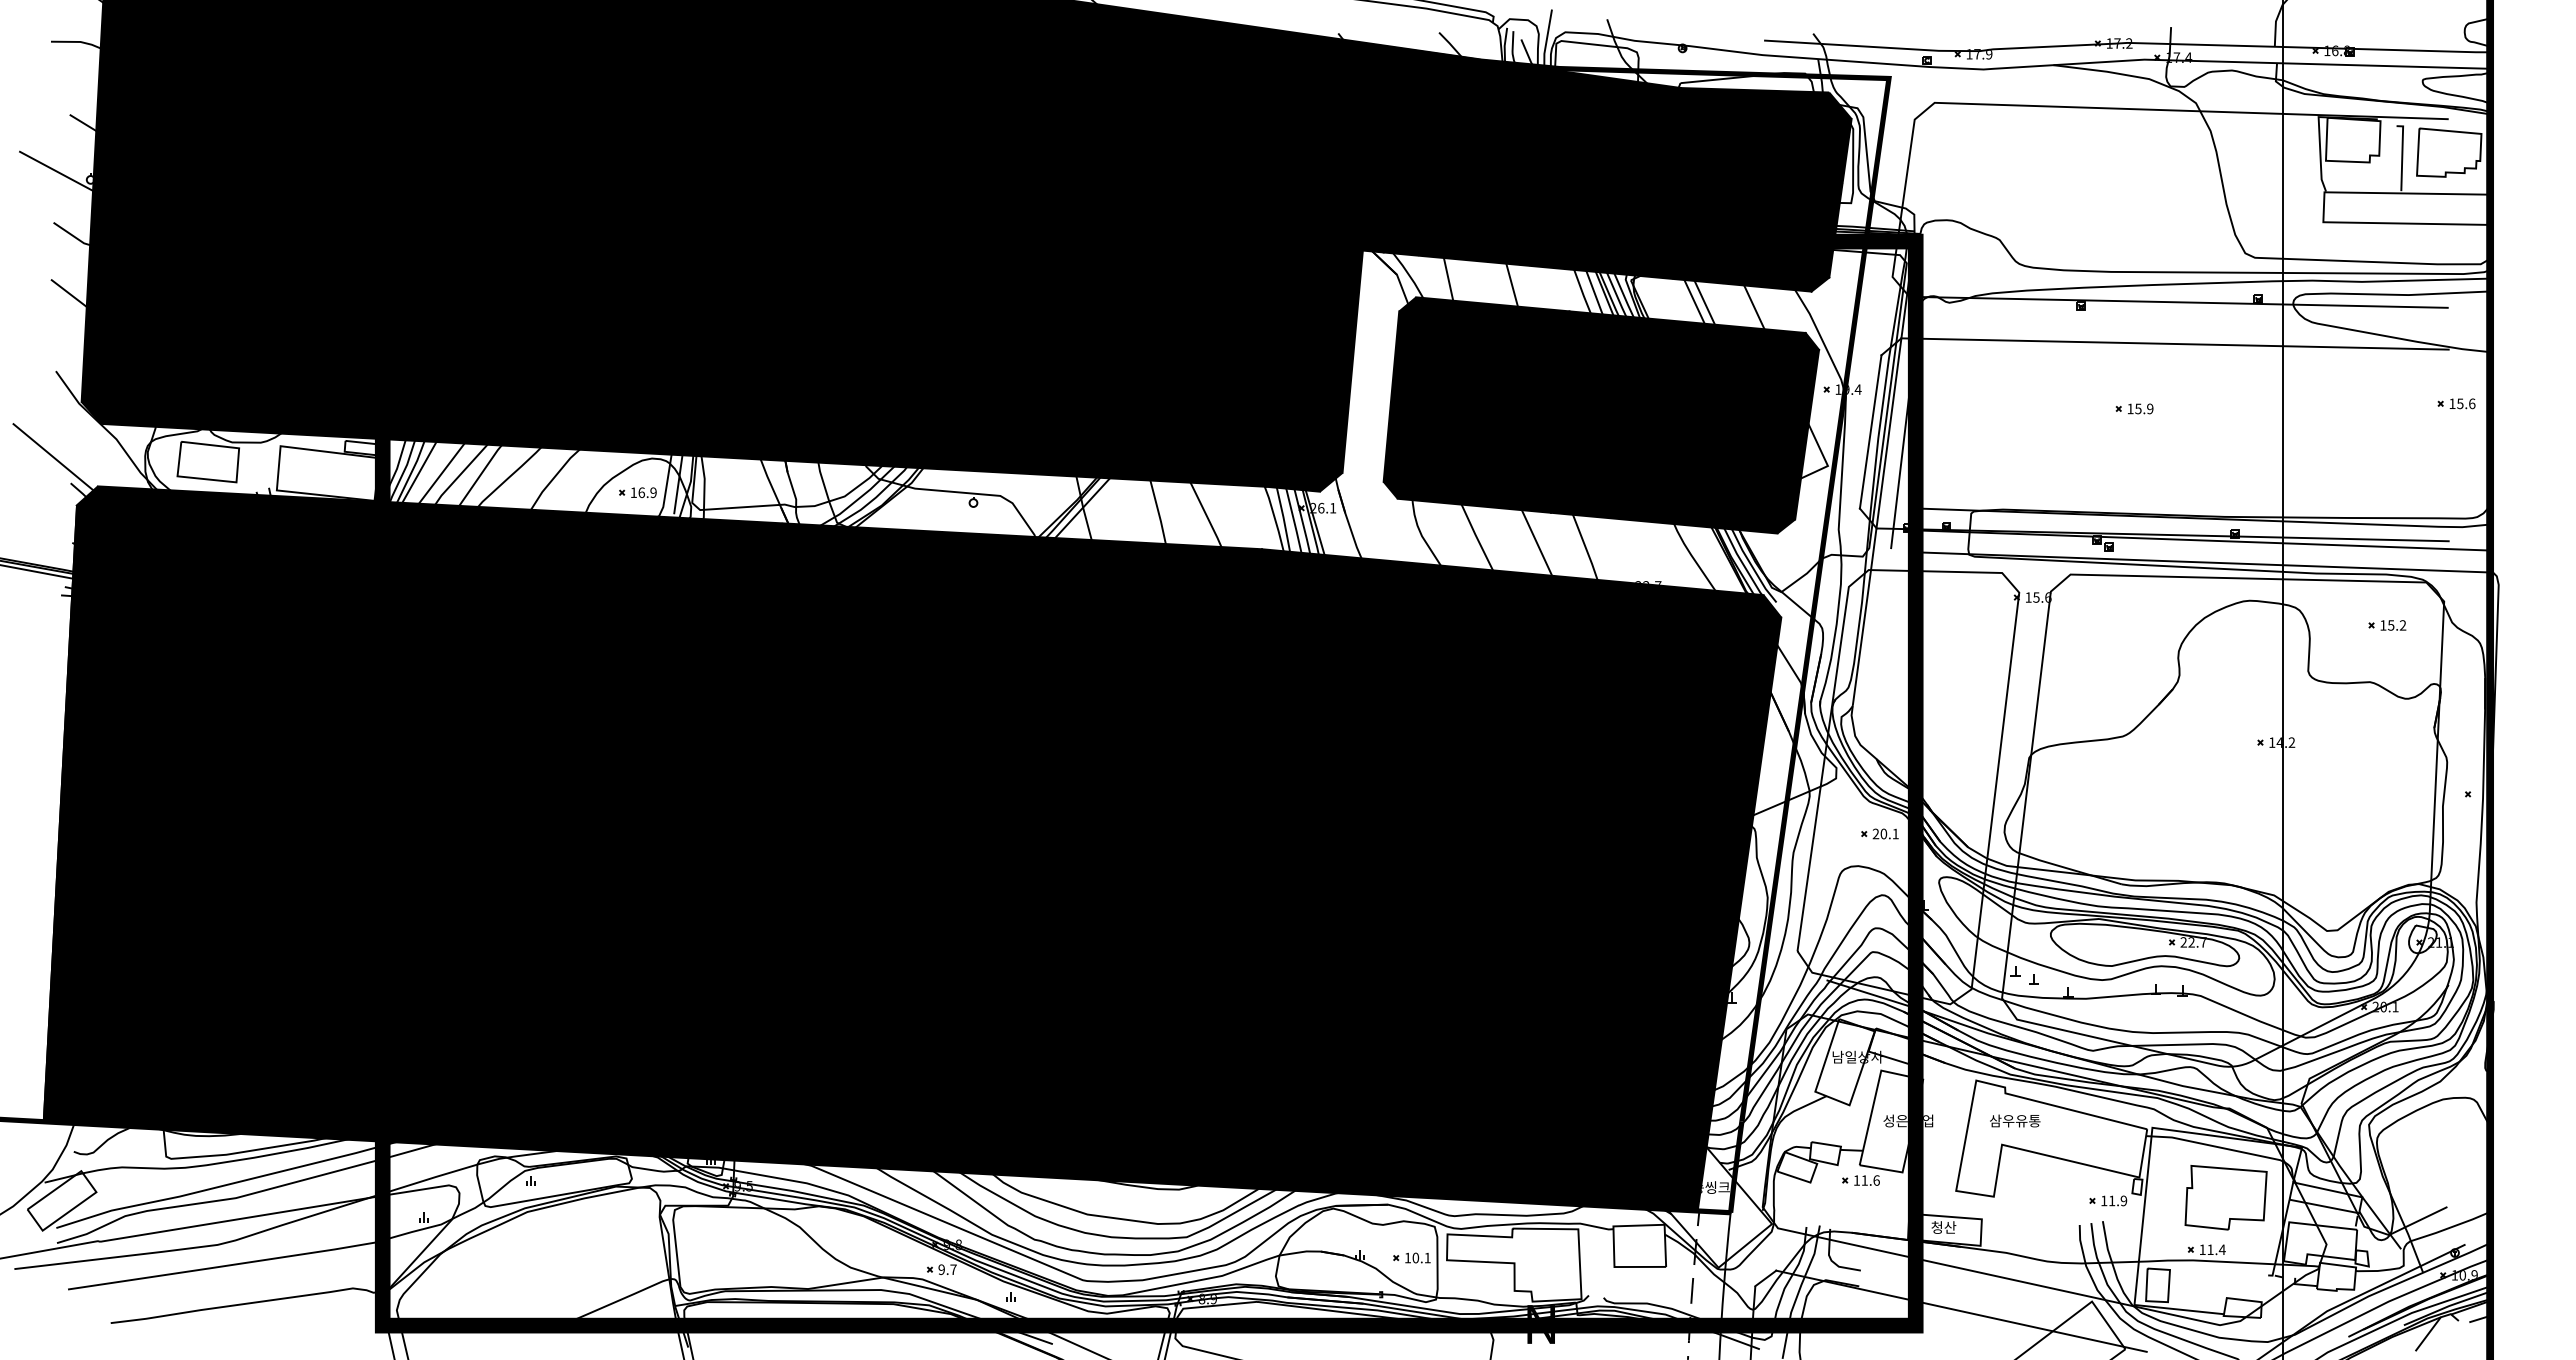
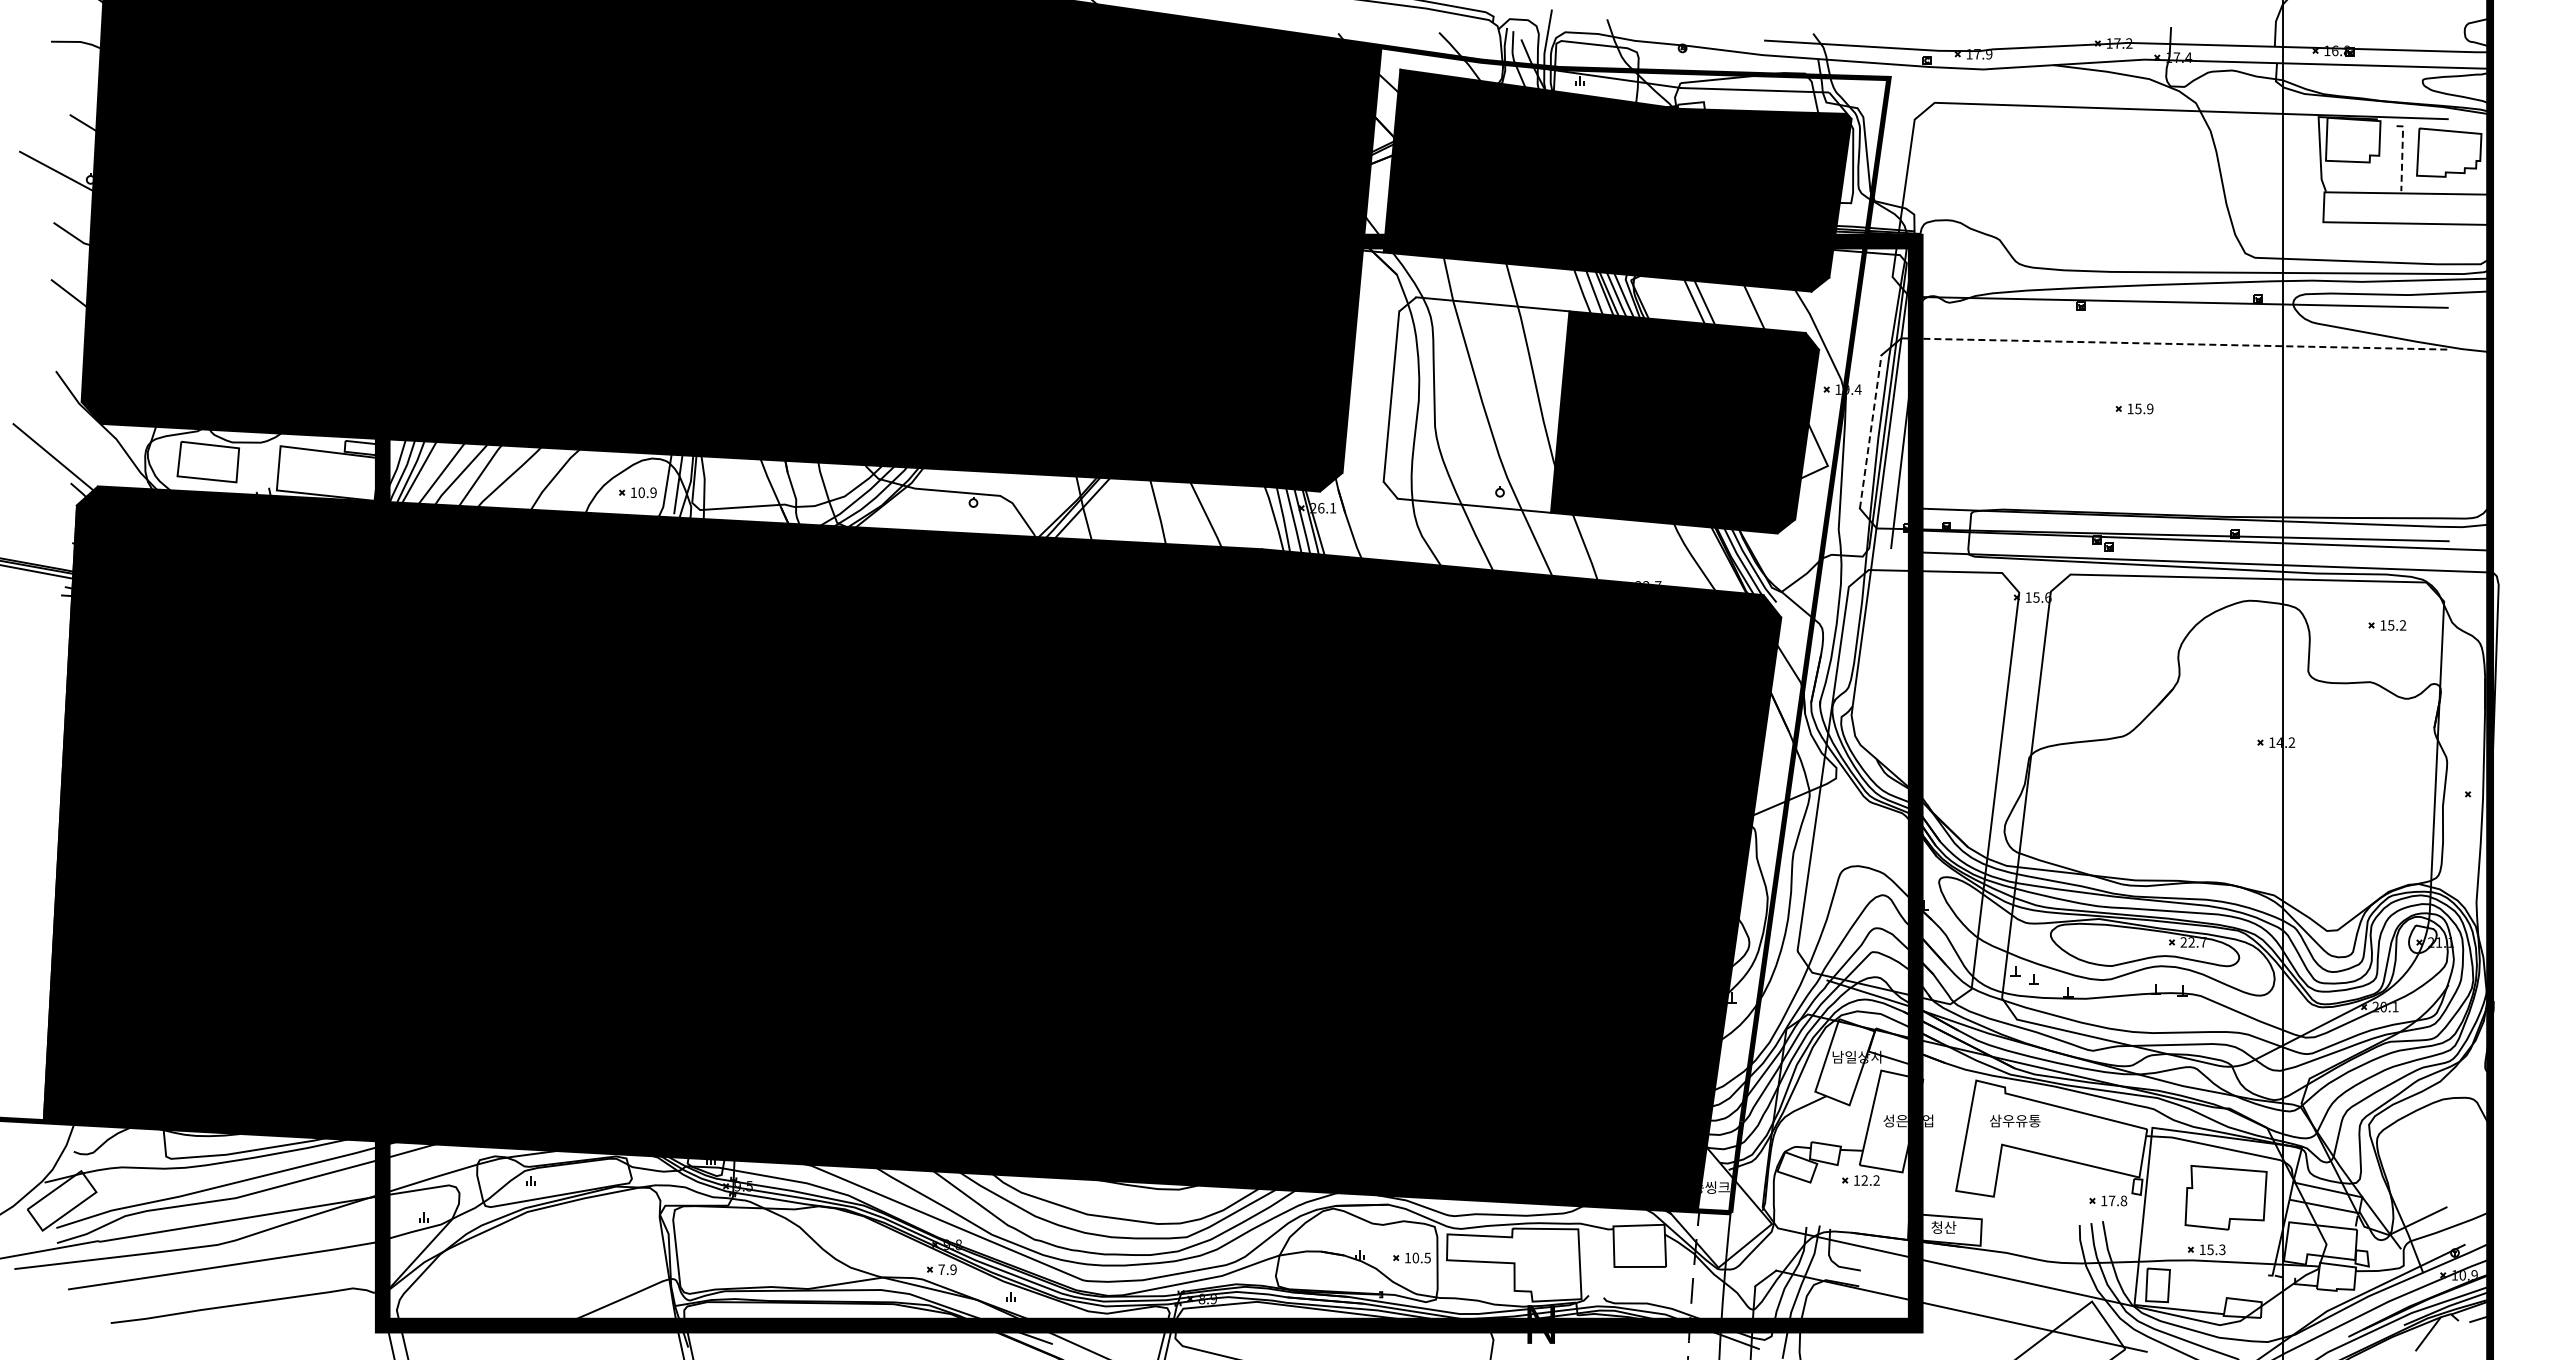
fill at (1604, 149): present -> none
line at (2402, 155): solid -> dashed
line at (2175, 343): solid -> dashed
part at (2456, 403): present -> none
fill at (1476, 404): present -> none
line at (1870, 431): solid -> dashed
text at (641, 492): 16.9 -> 10.9
part at (1879, 833): present -> none
text at (1870, 1180): 11.6 -> 12.2
text at (2118, 1200): 11.9 -> 17.8
text at (2216, 1249): 11.4 -> 15.3
text at (1427, 1257): 10.1 -> 10.5
text at (947, 1269): 9.7 -> 7.9
